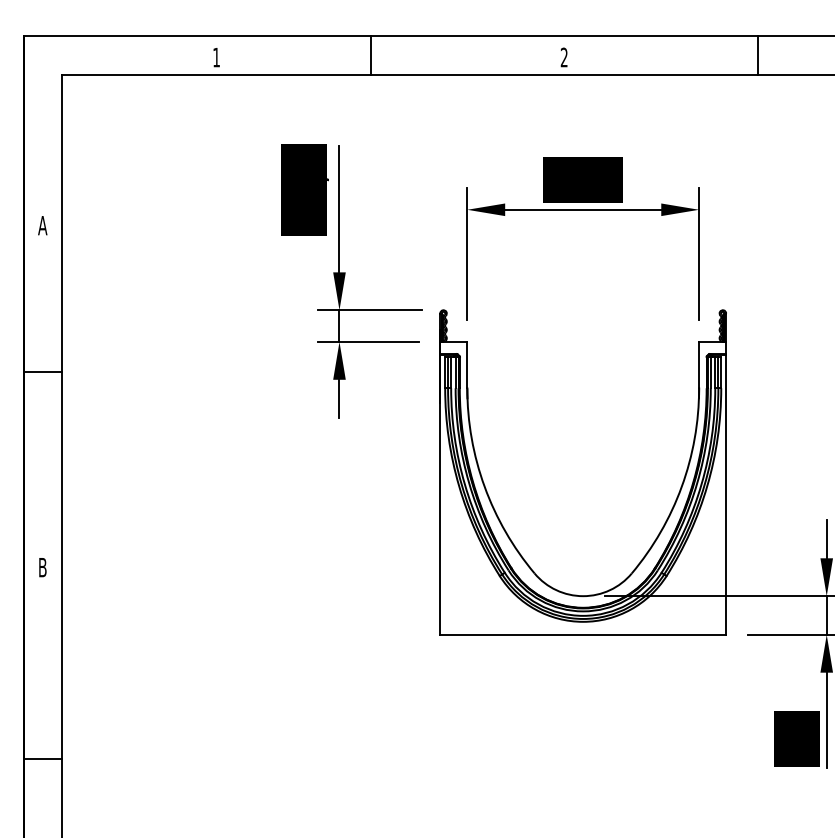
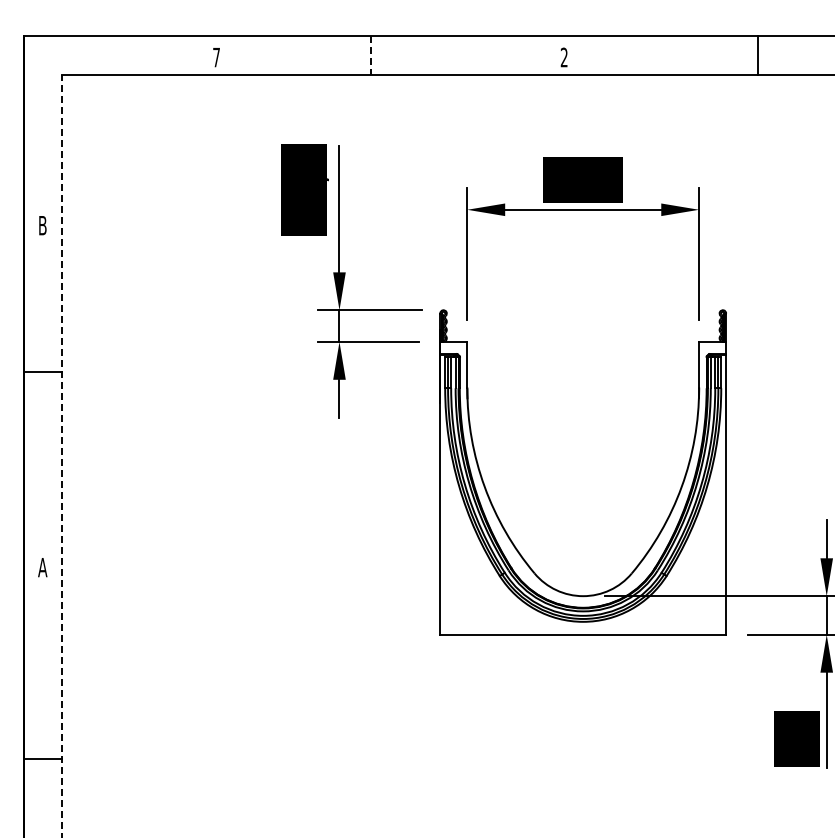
line at (371, 55): solid -> dashed
text at (216, 57): 1 -> 7
text at (42, 225): A -> B
line at (62, 455): solid -> dashed
text at (42, 567): B -> A
